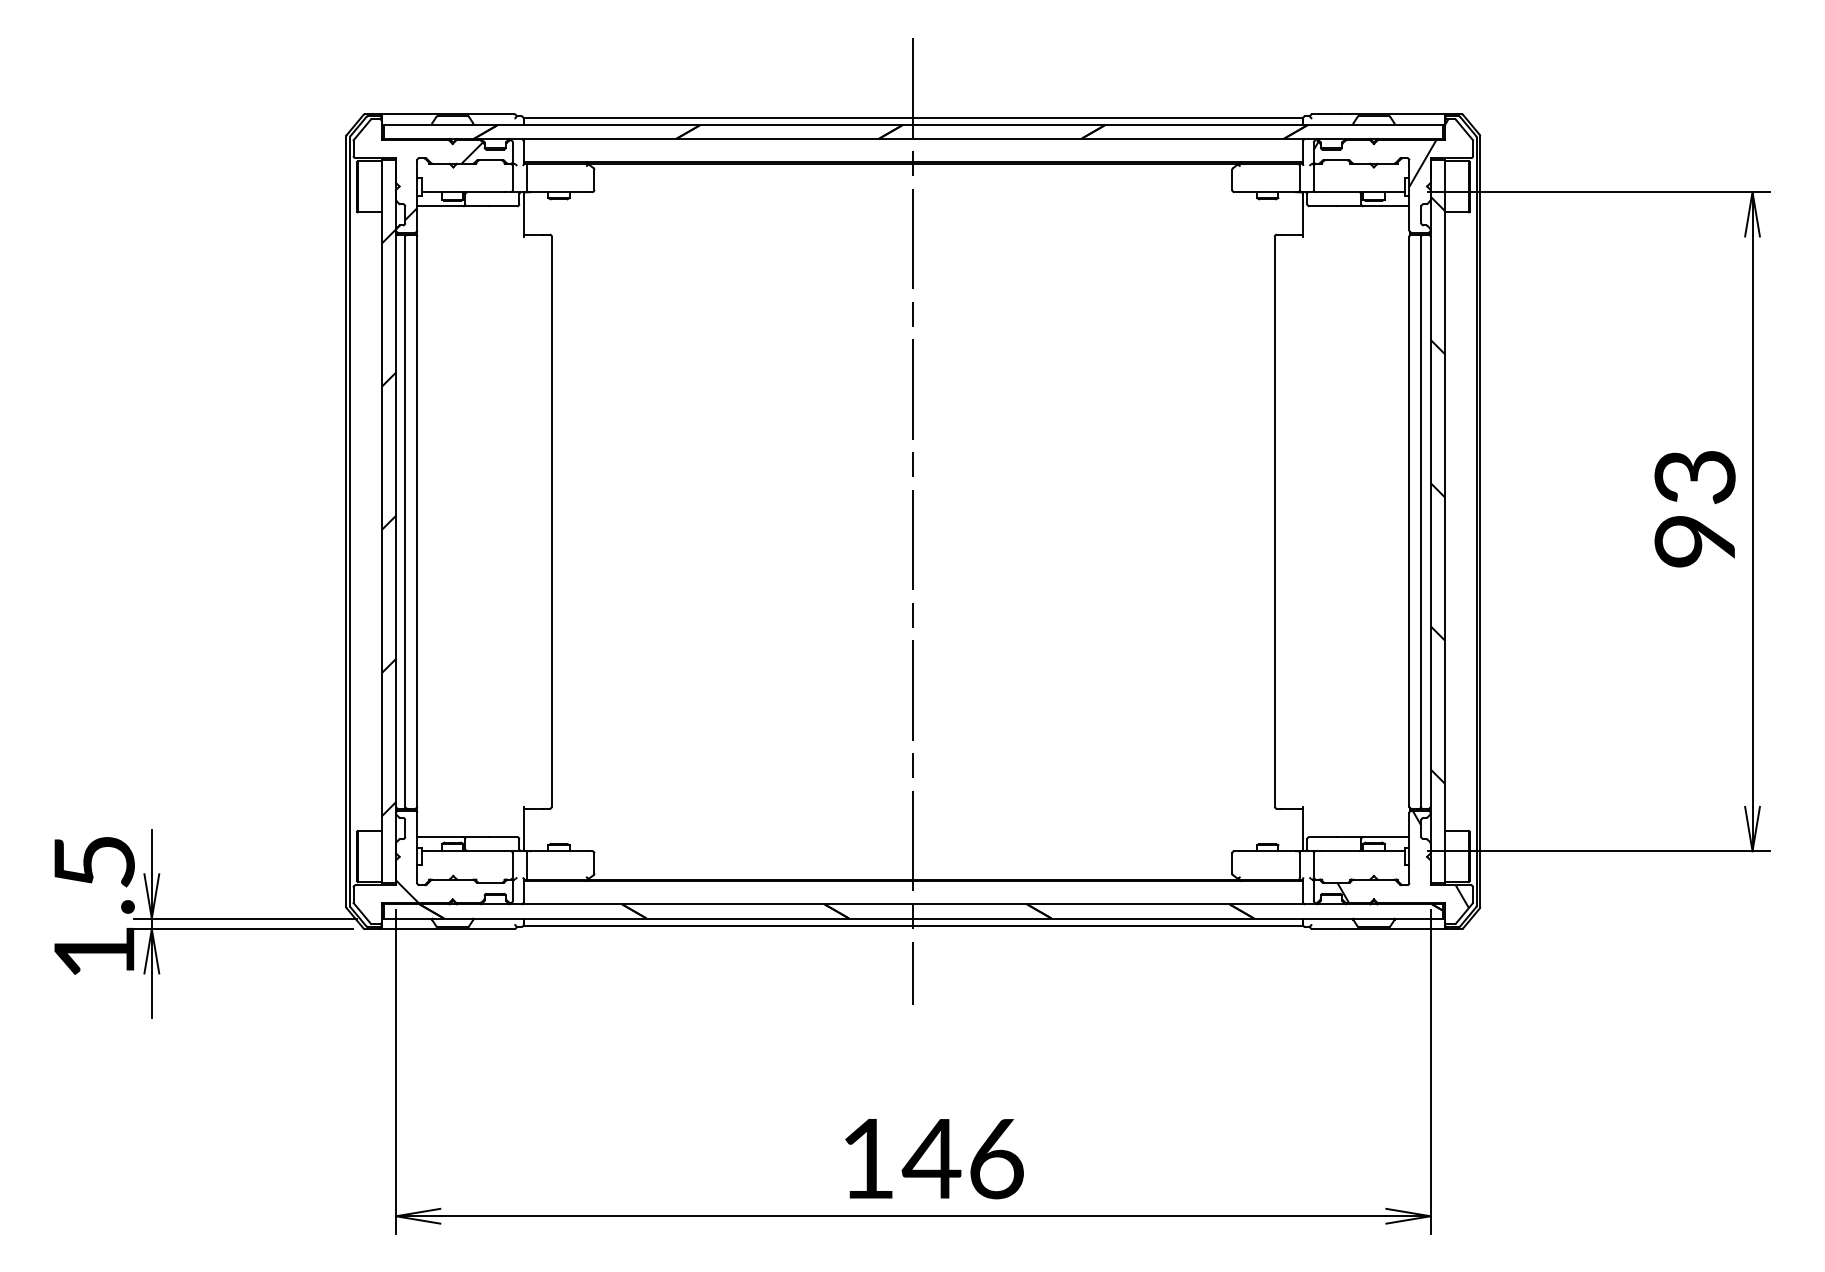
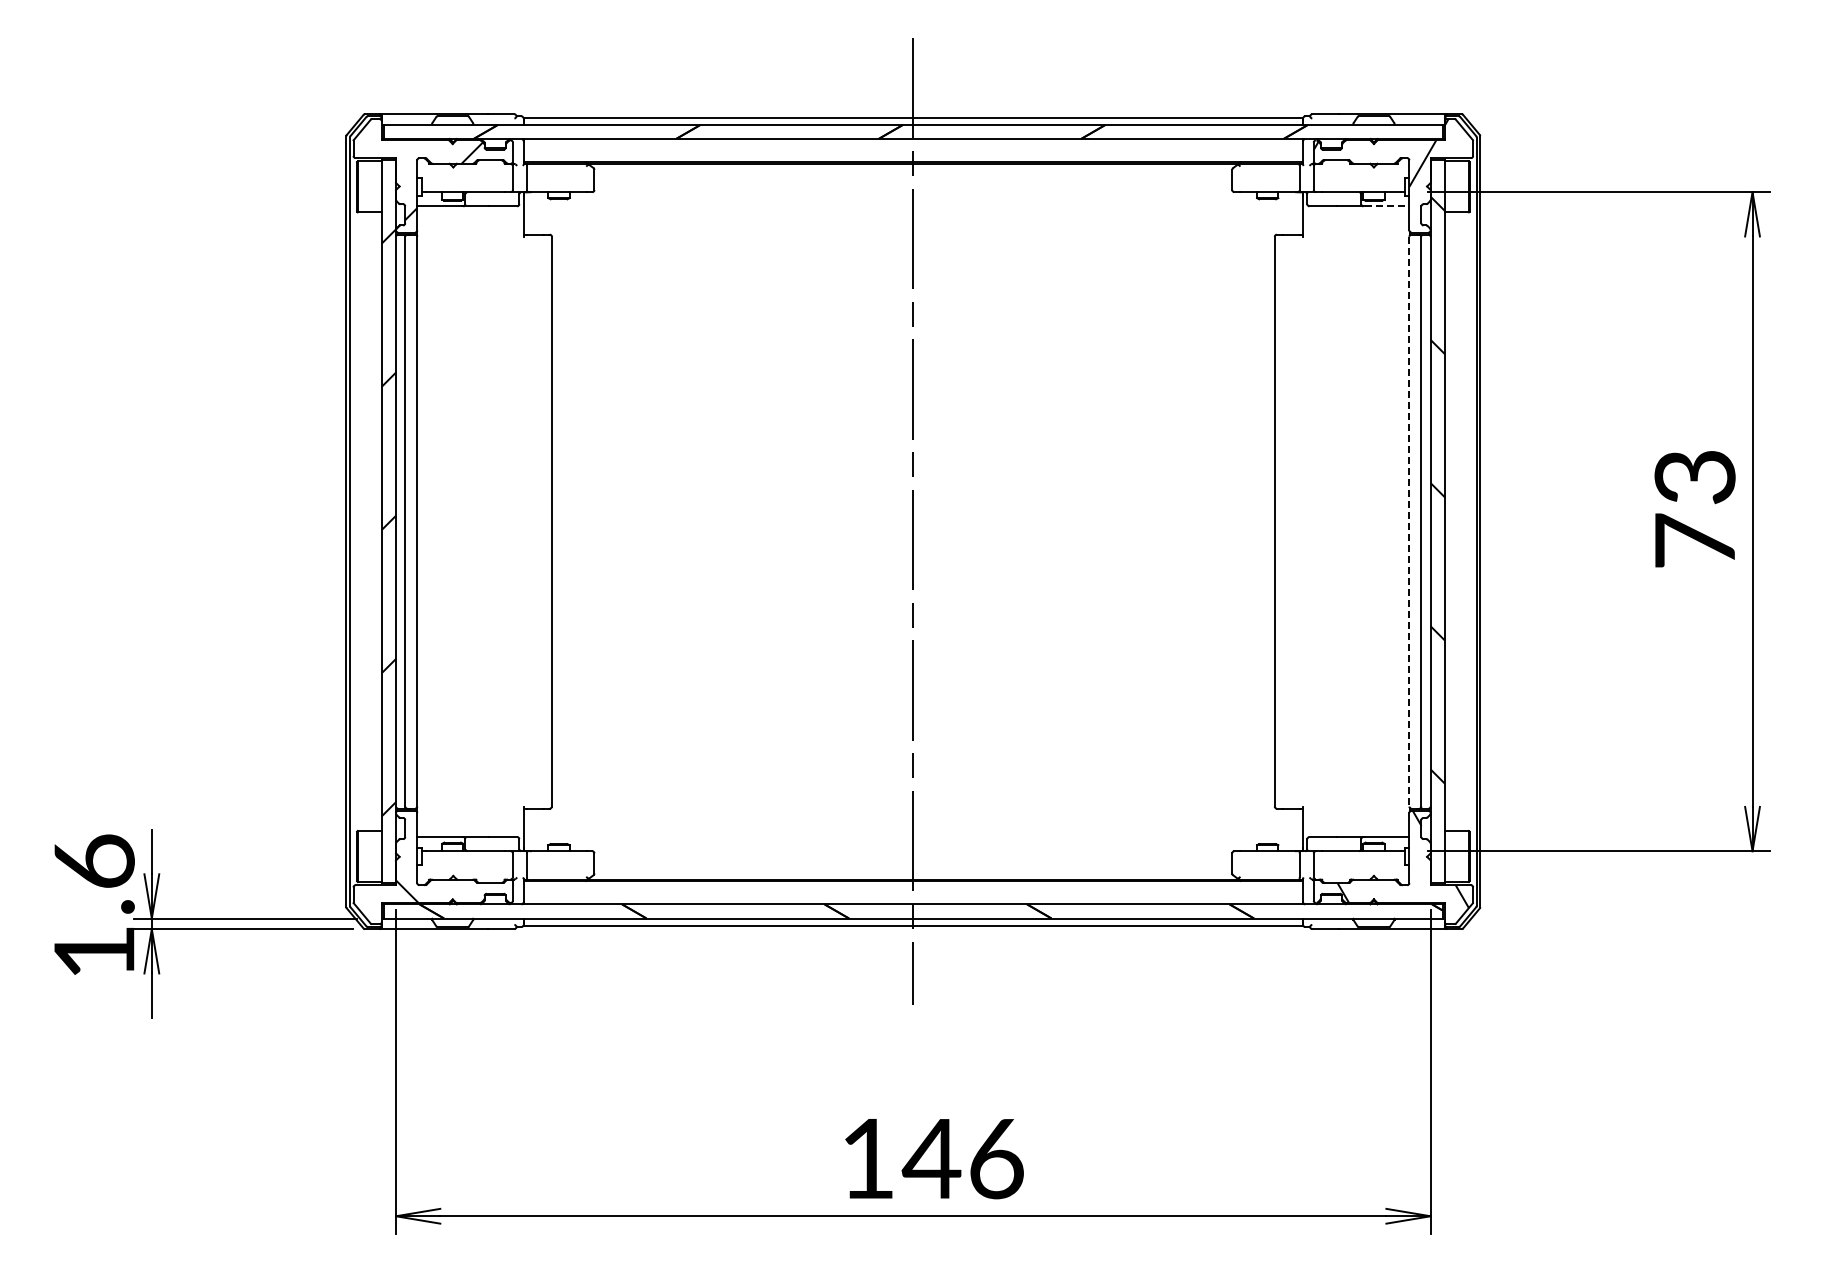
line at (1387, 206): solid -> dashed
line at (1409, 521): solid -> dashed
text at (1694, 540): 93 -> 73
text at (94, 860): 1.5 -> 1.6
